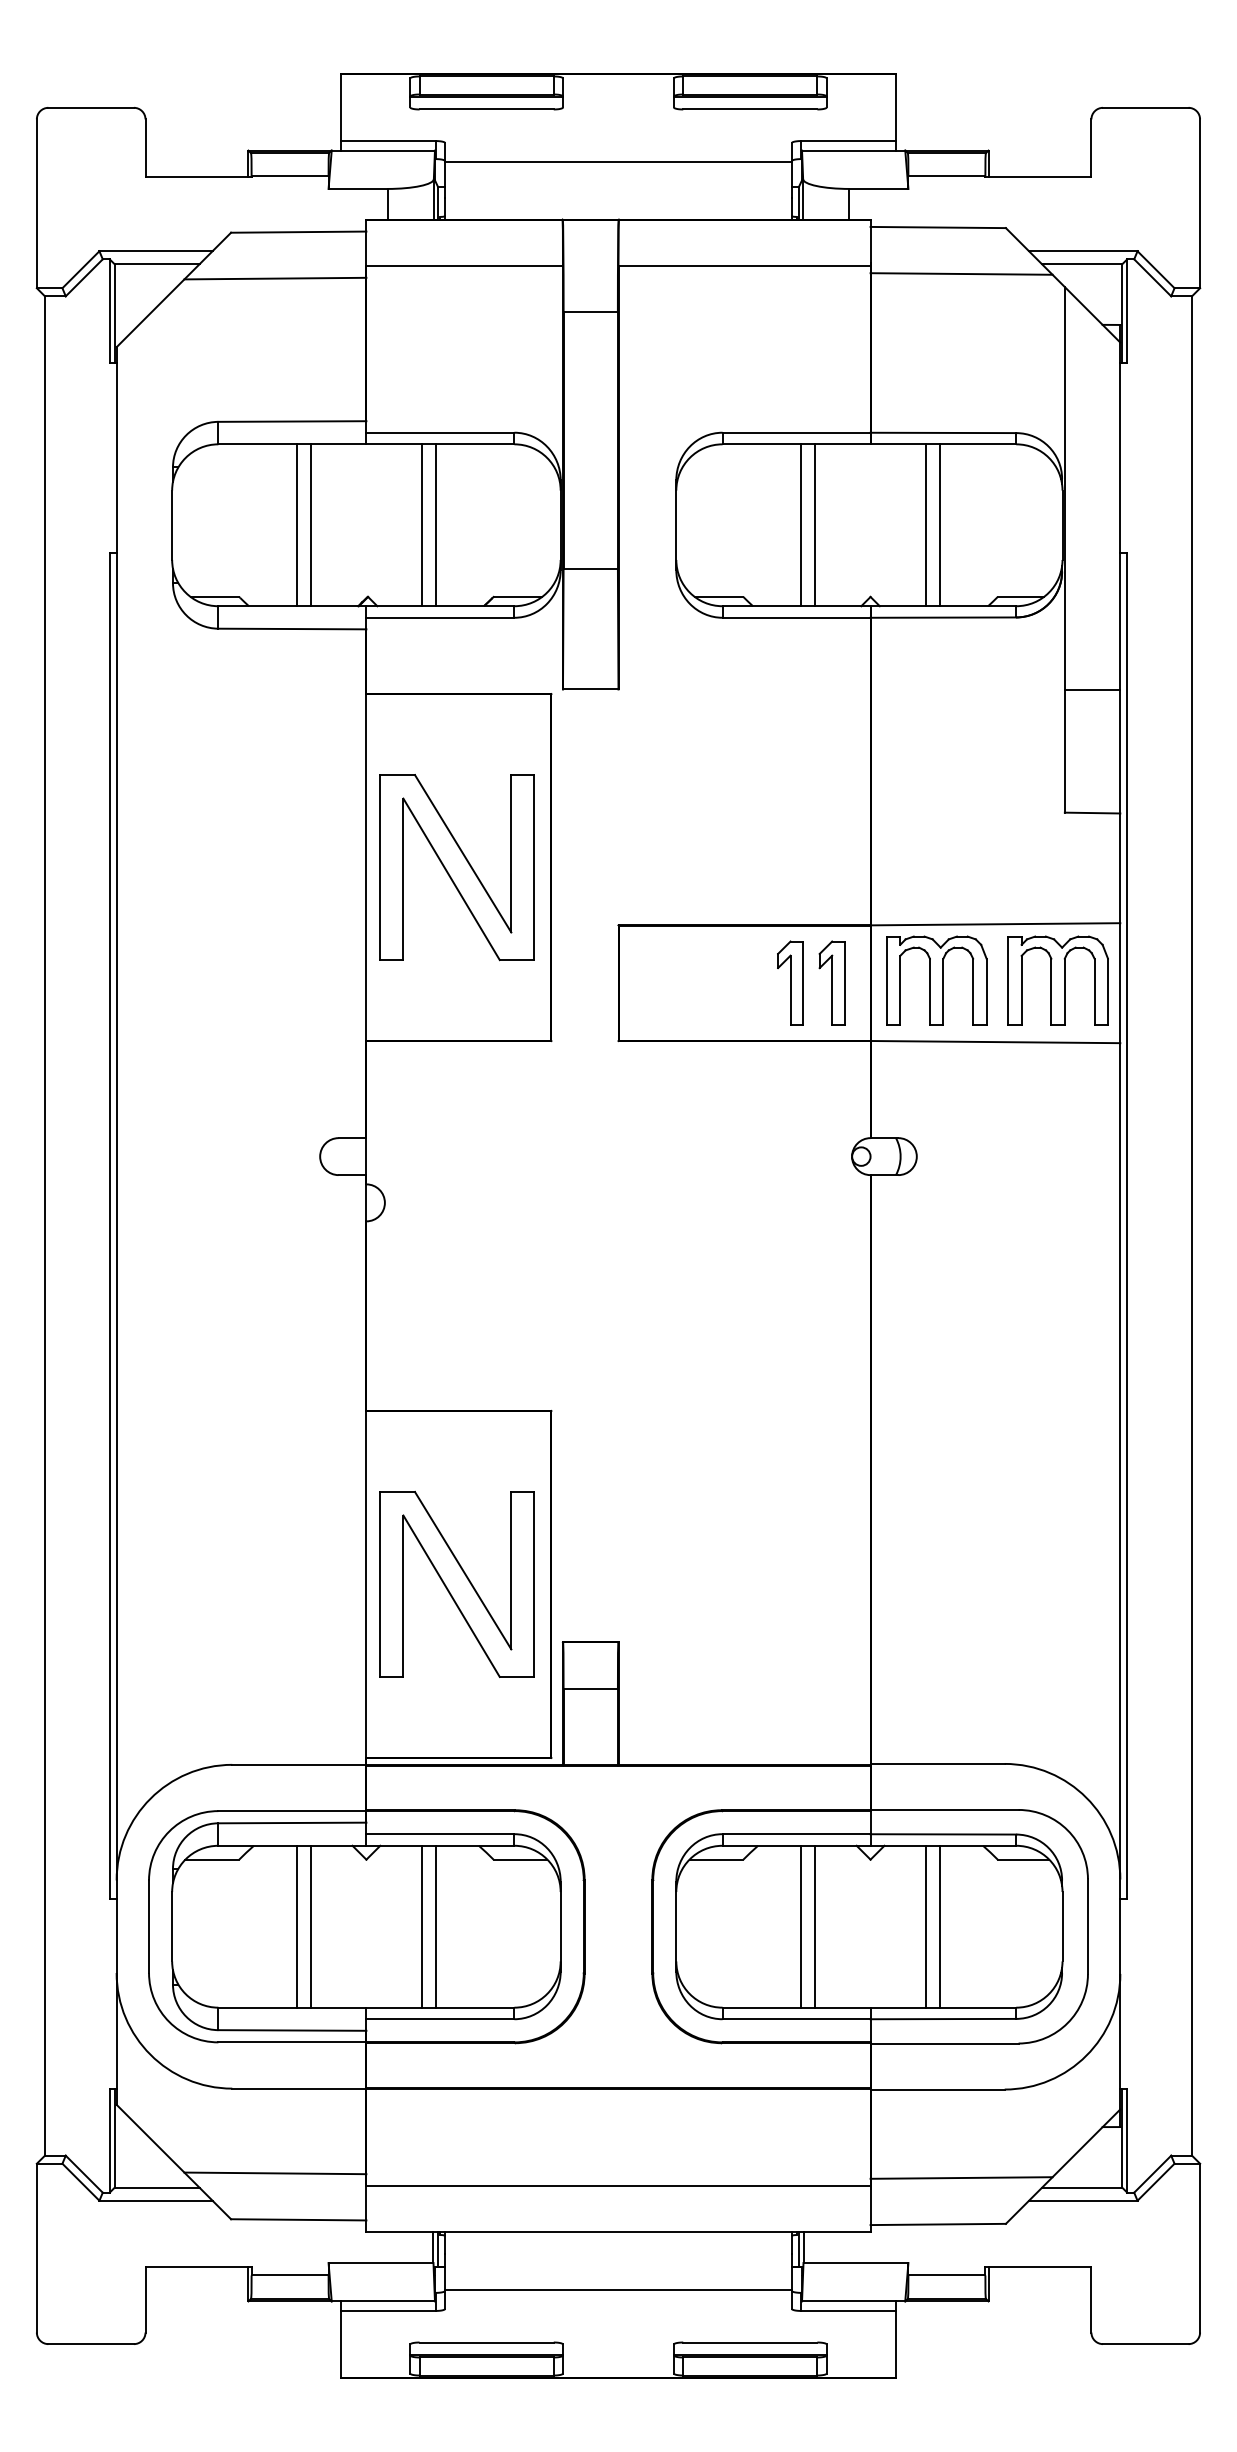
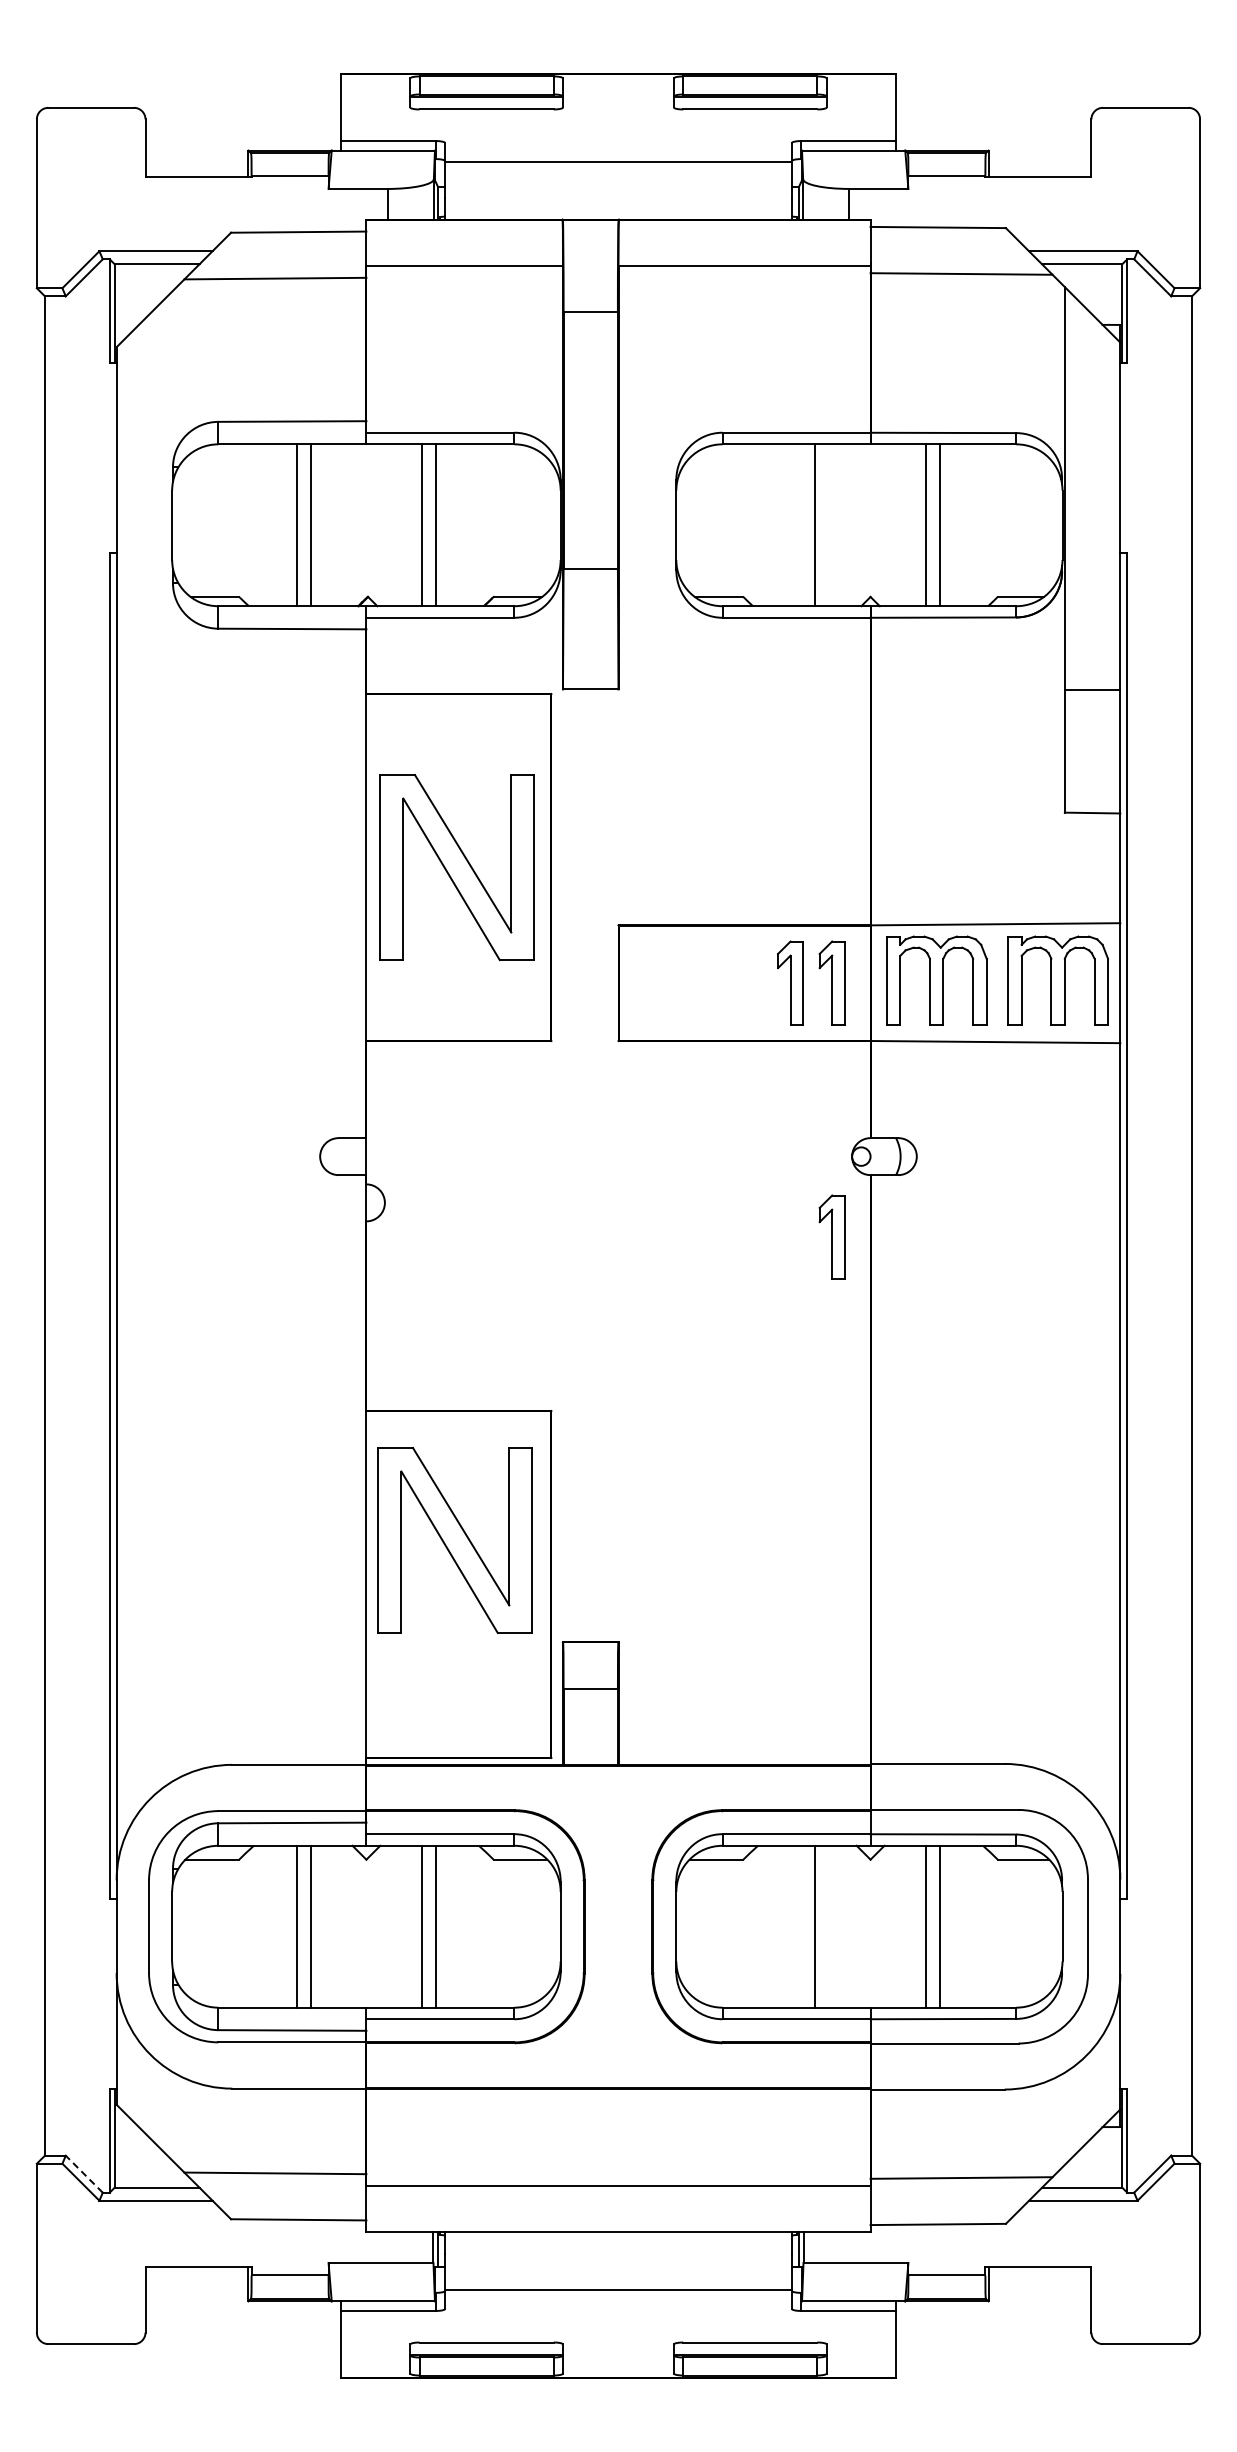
line at (801, 525): present -> none
part at (831, 1236): none -> present
part at (456, 1583) position: (456, 1583) -> (454, 1539)
line at (801, 1926): present -> none
line at (83, 2173): solid -> dashed
